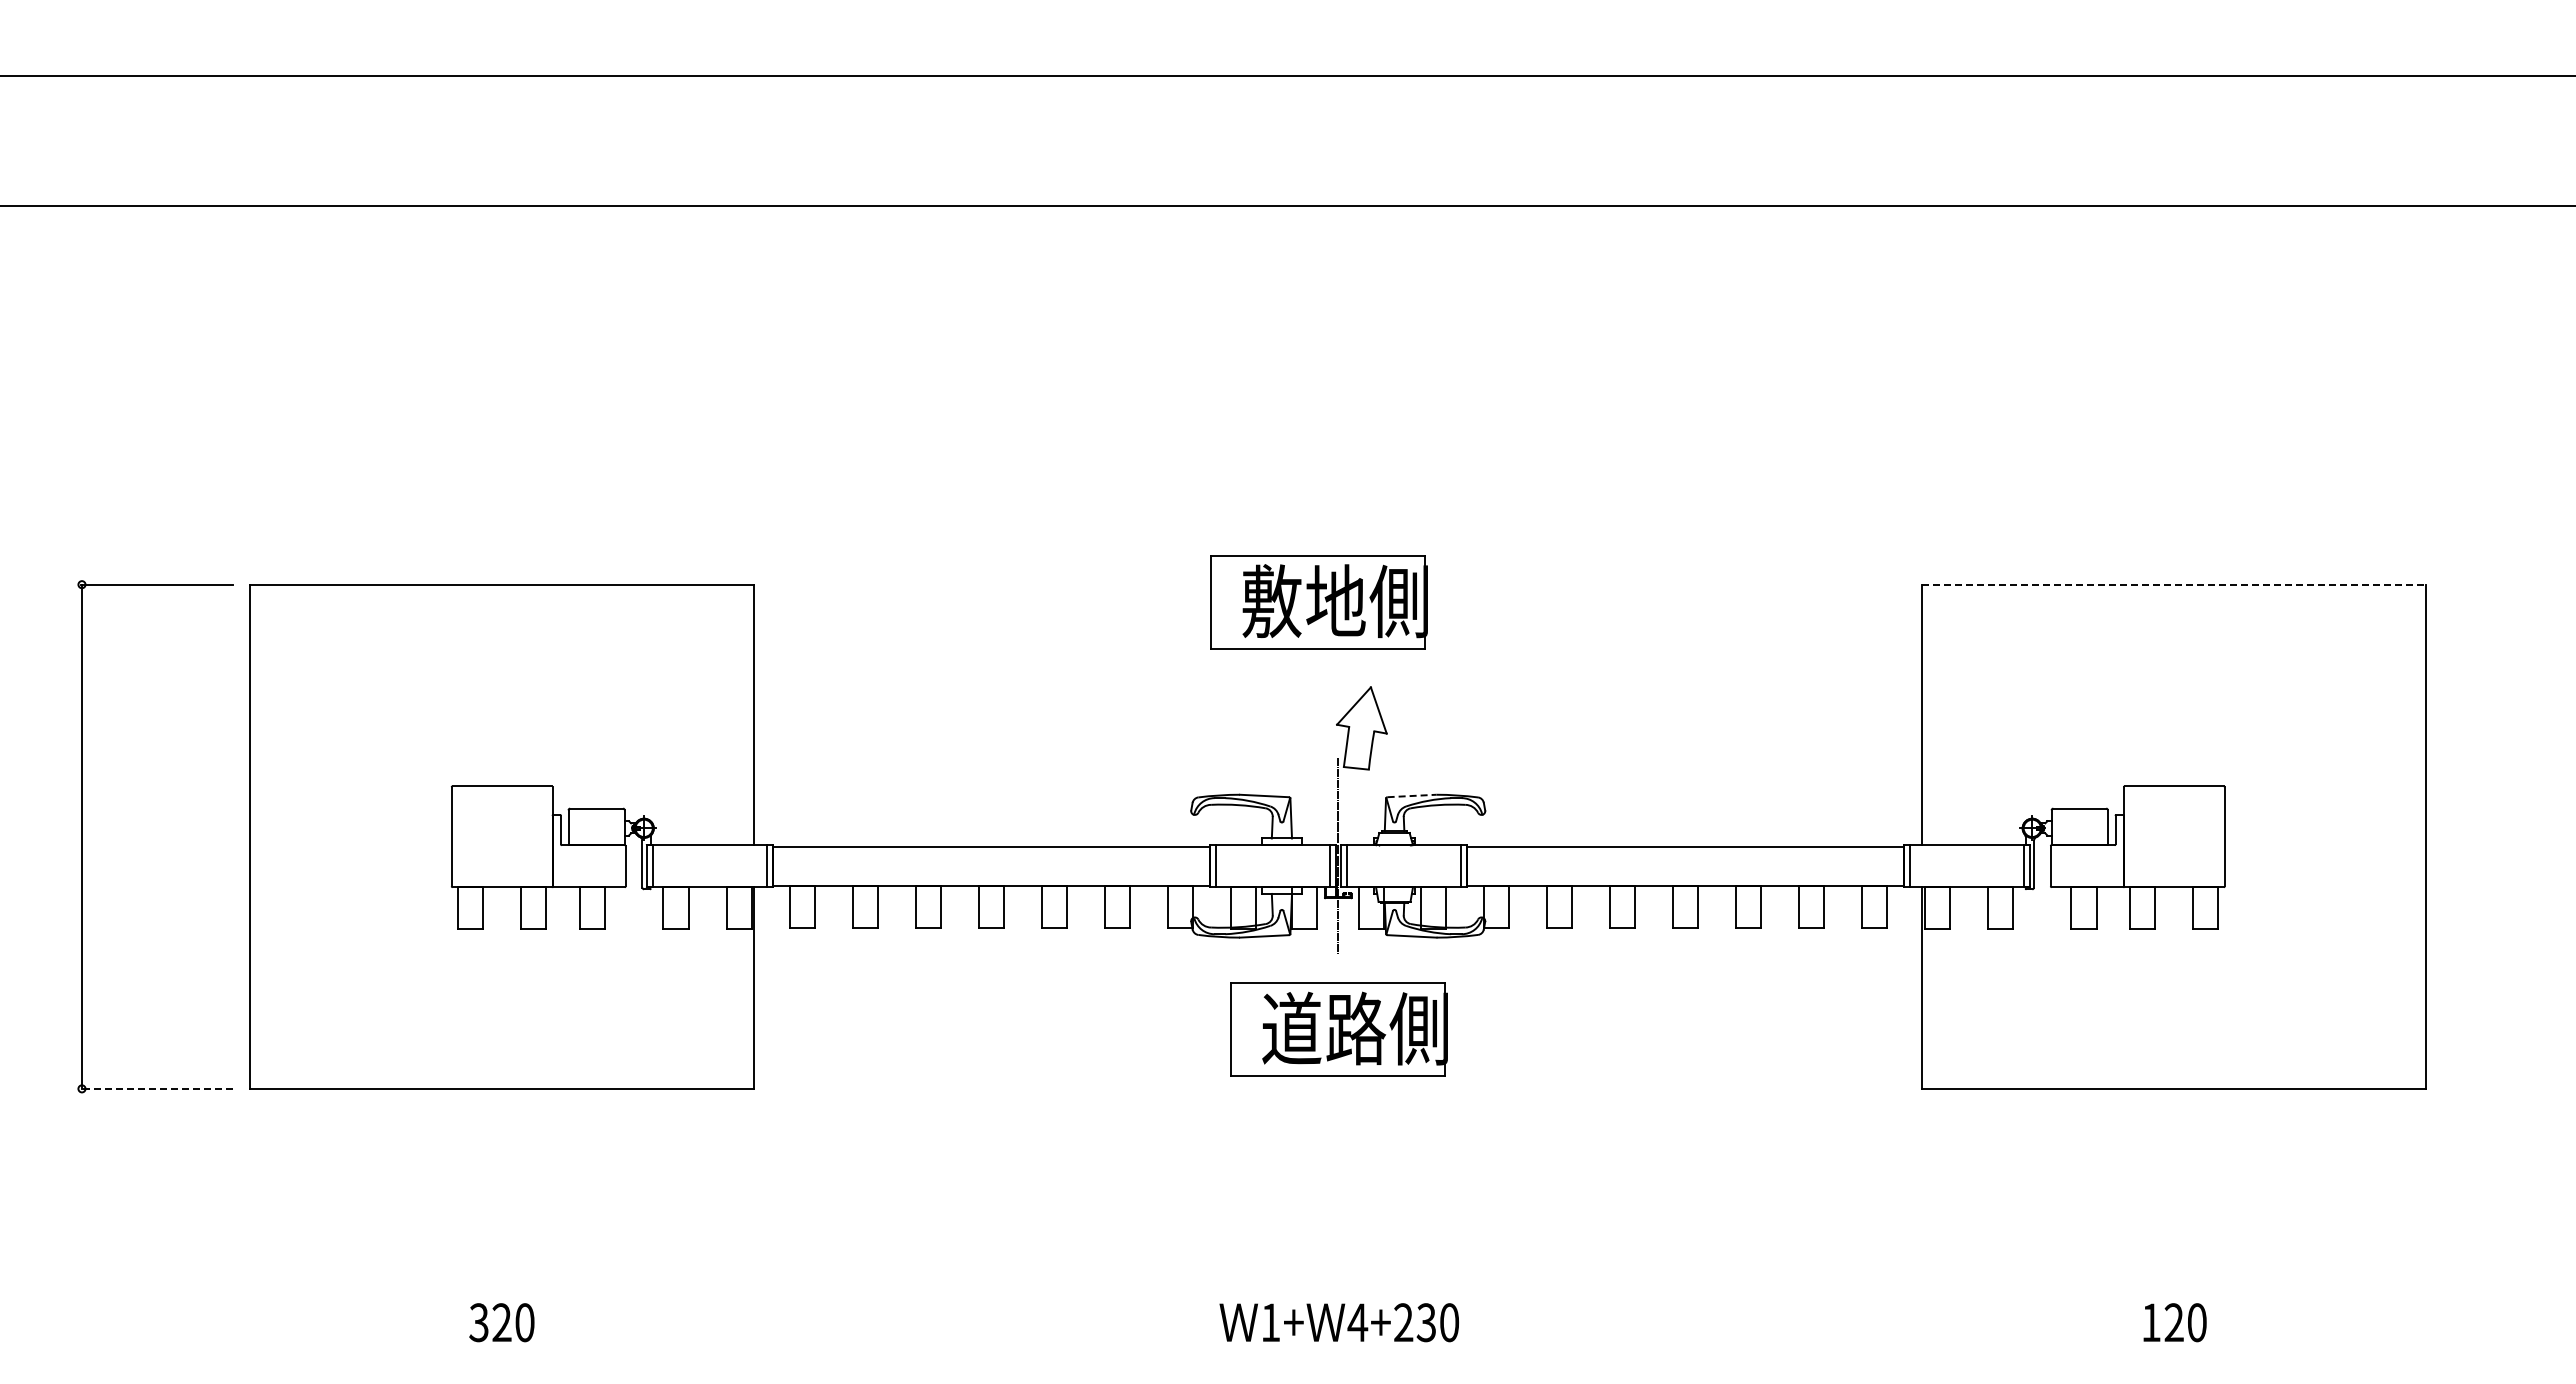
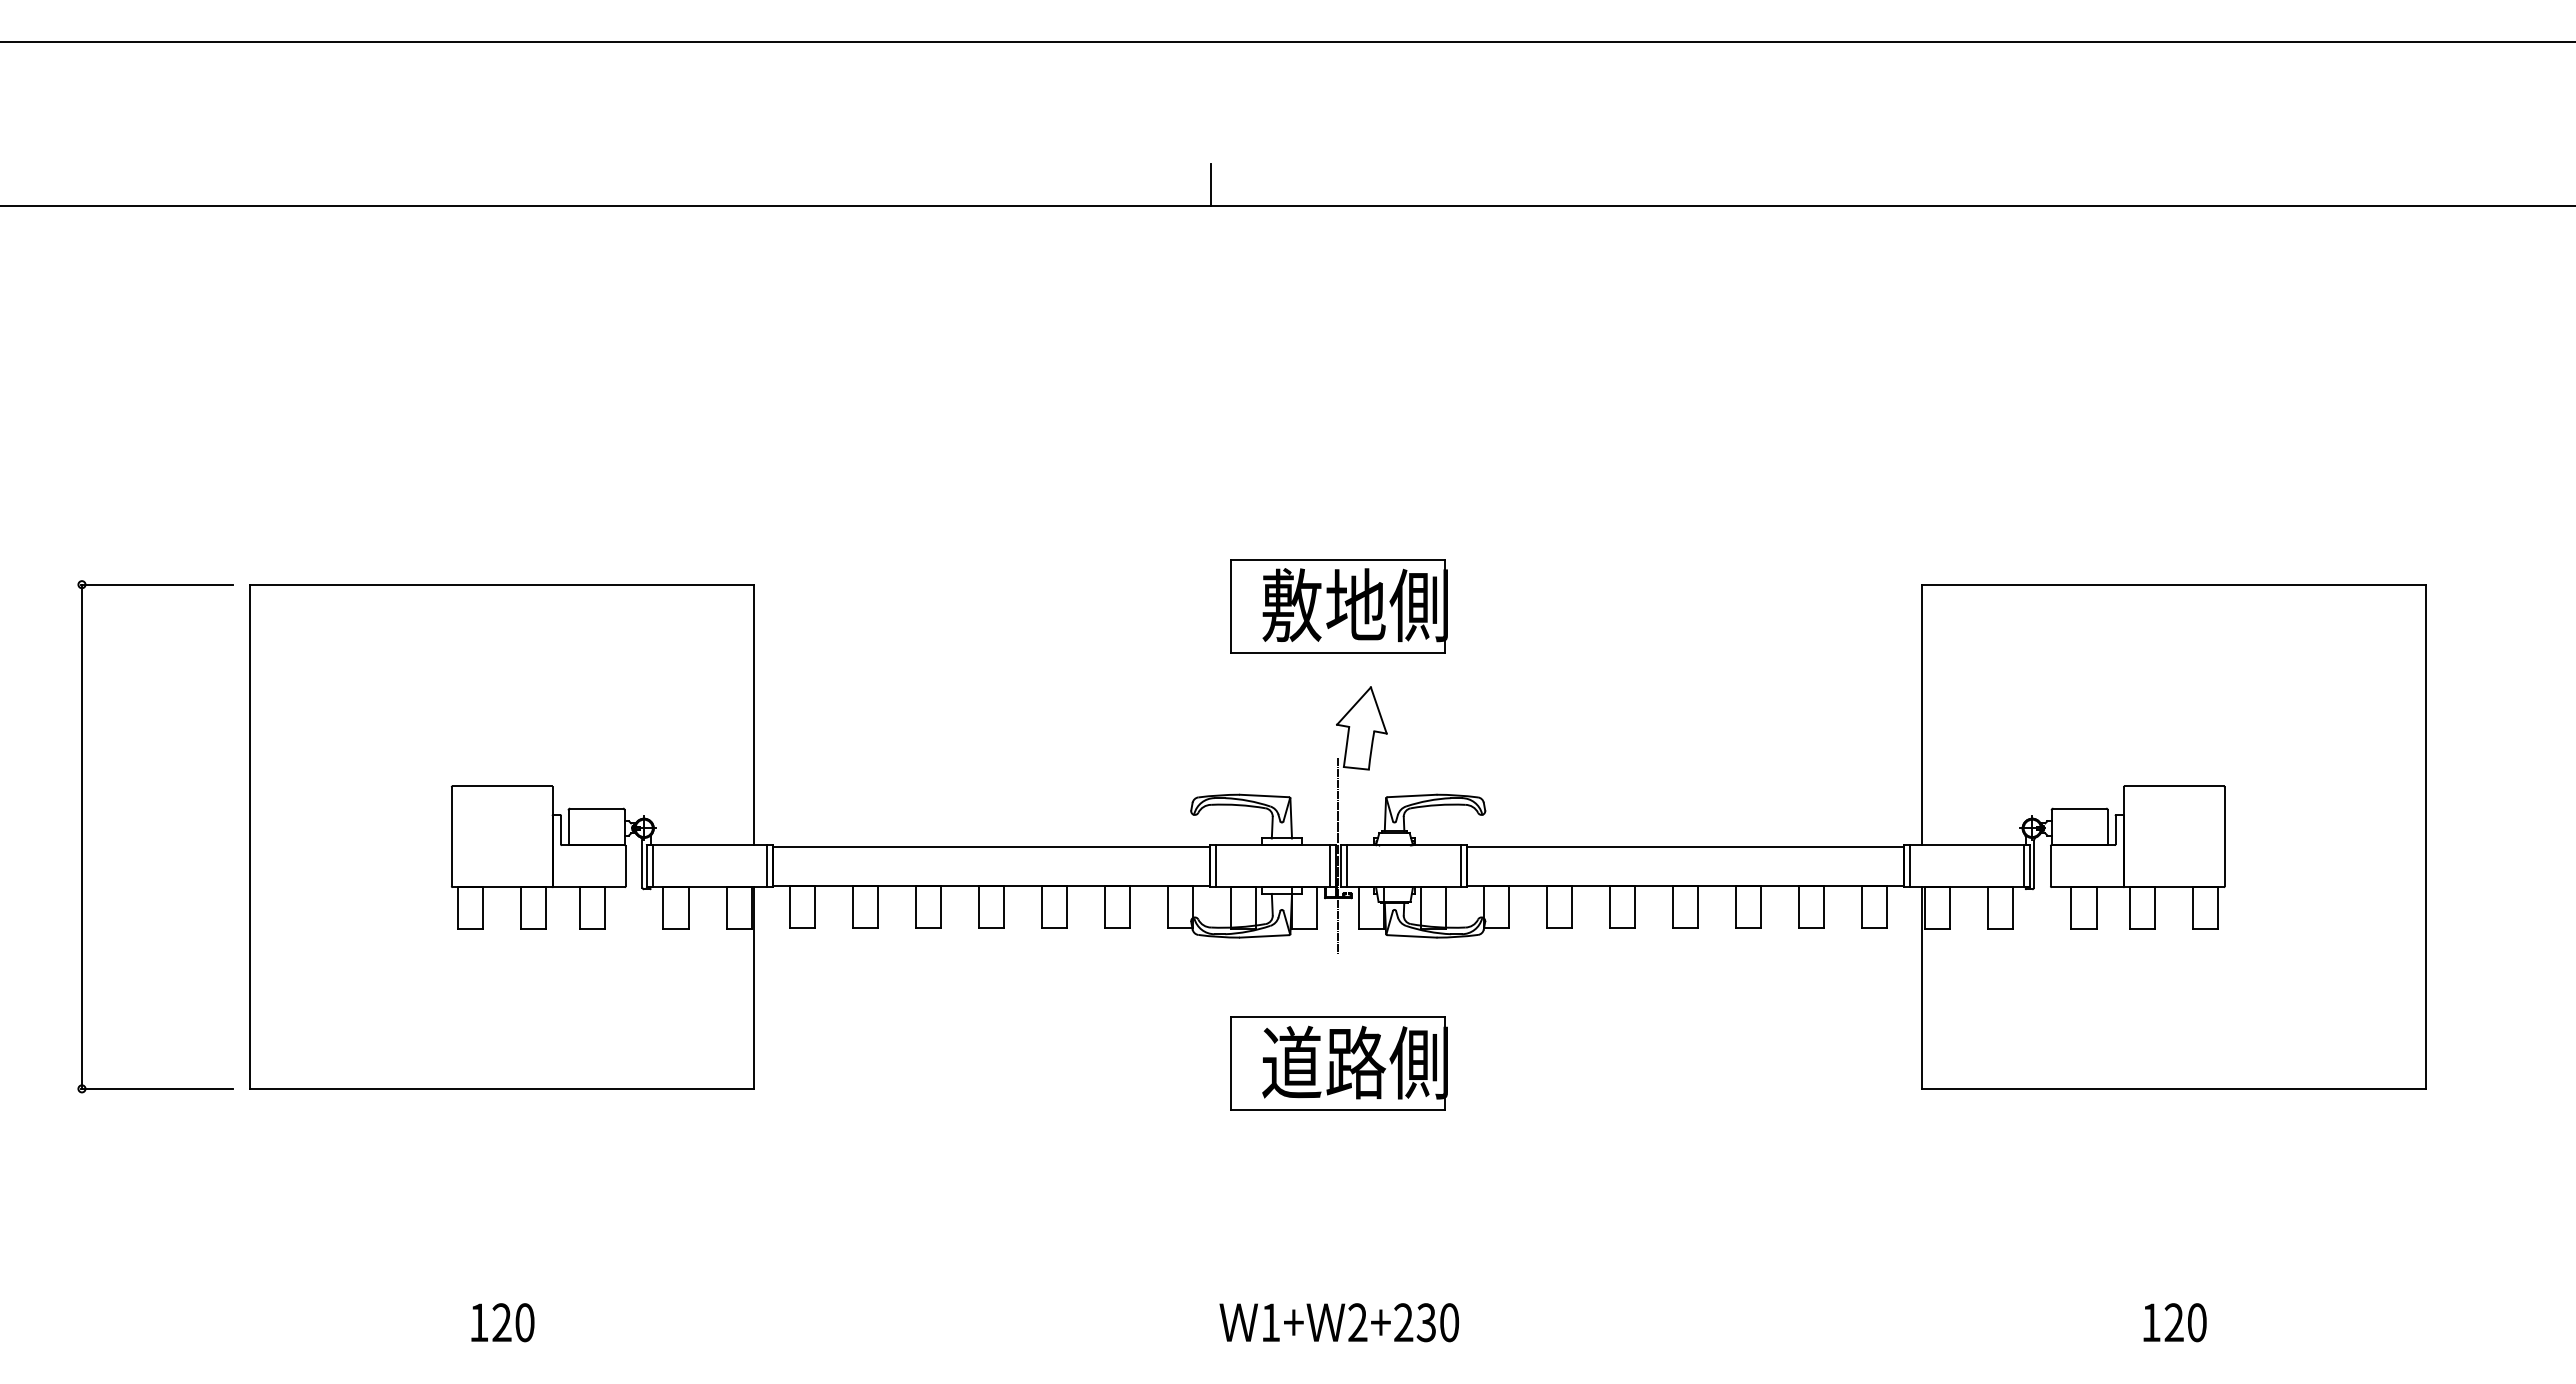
line at (1287, 75) position: (1287, 75) -> (1287, 41)
line at (1210, 184): none -> present
line at (2174, 584): dashed -> solid
part at (1318, 602) position: (1318, 602) -> (1338, 606)
line at (1412, 795): dashed -> solid
part at (1338, 1029) position: (1338, 1029) -> (1338, 1063)
line at (156, 1088): dashed -> solid
text at (478, 1322): 320 -> 120
text at (1357, 1322): 4+230 -> 2+230
